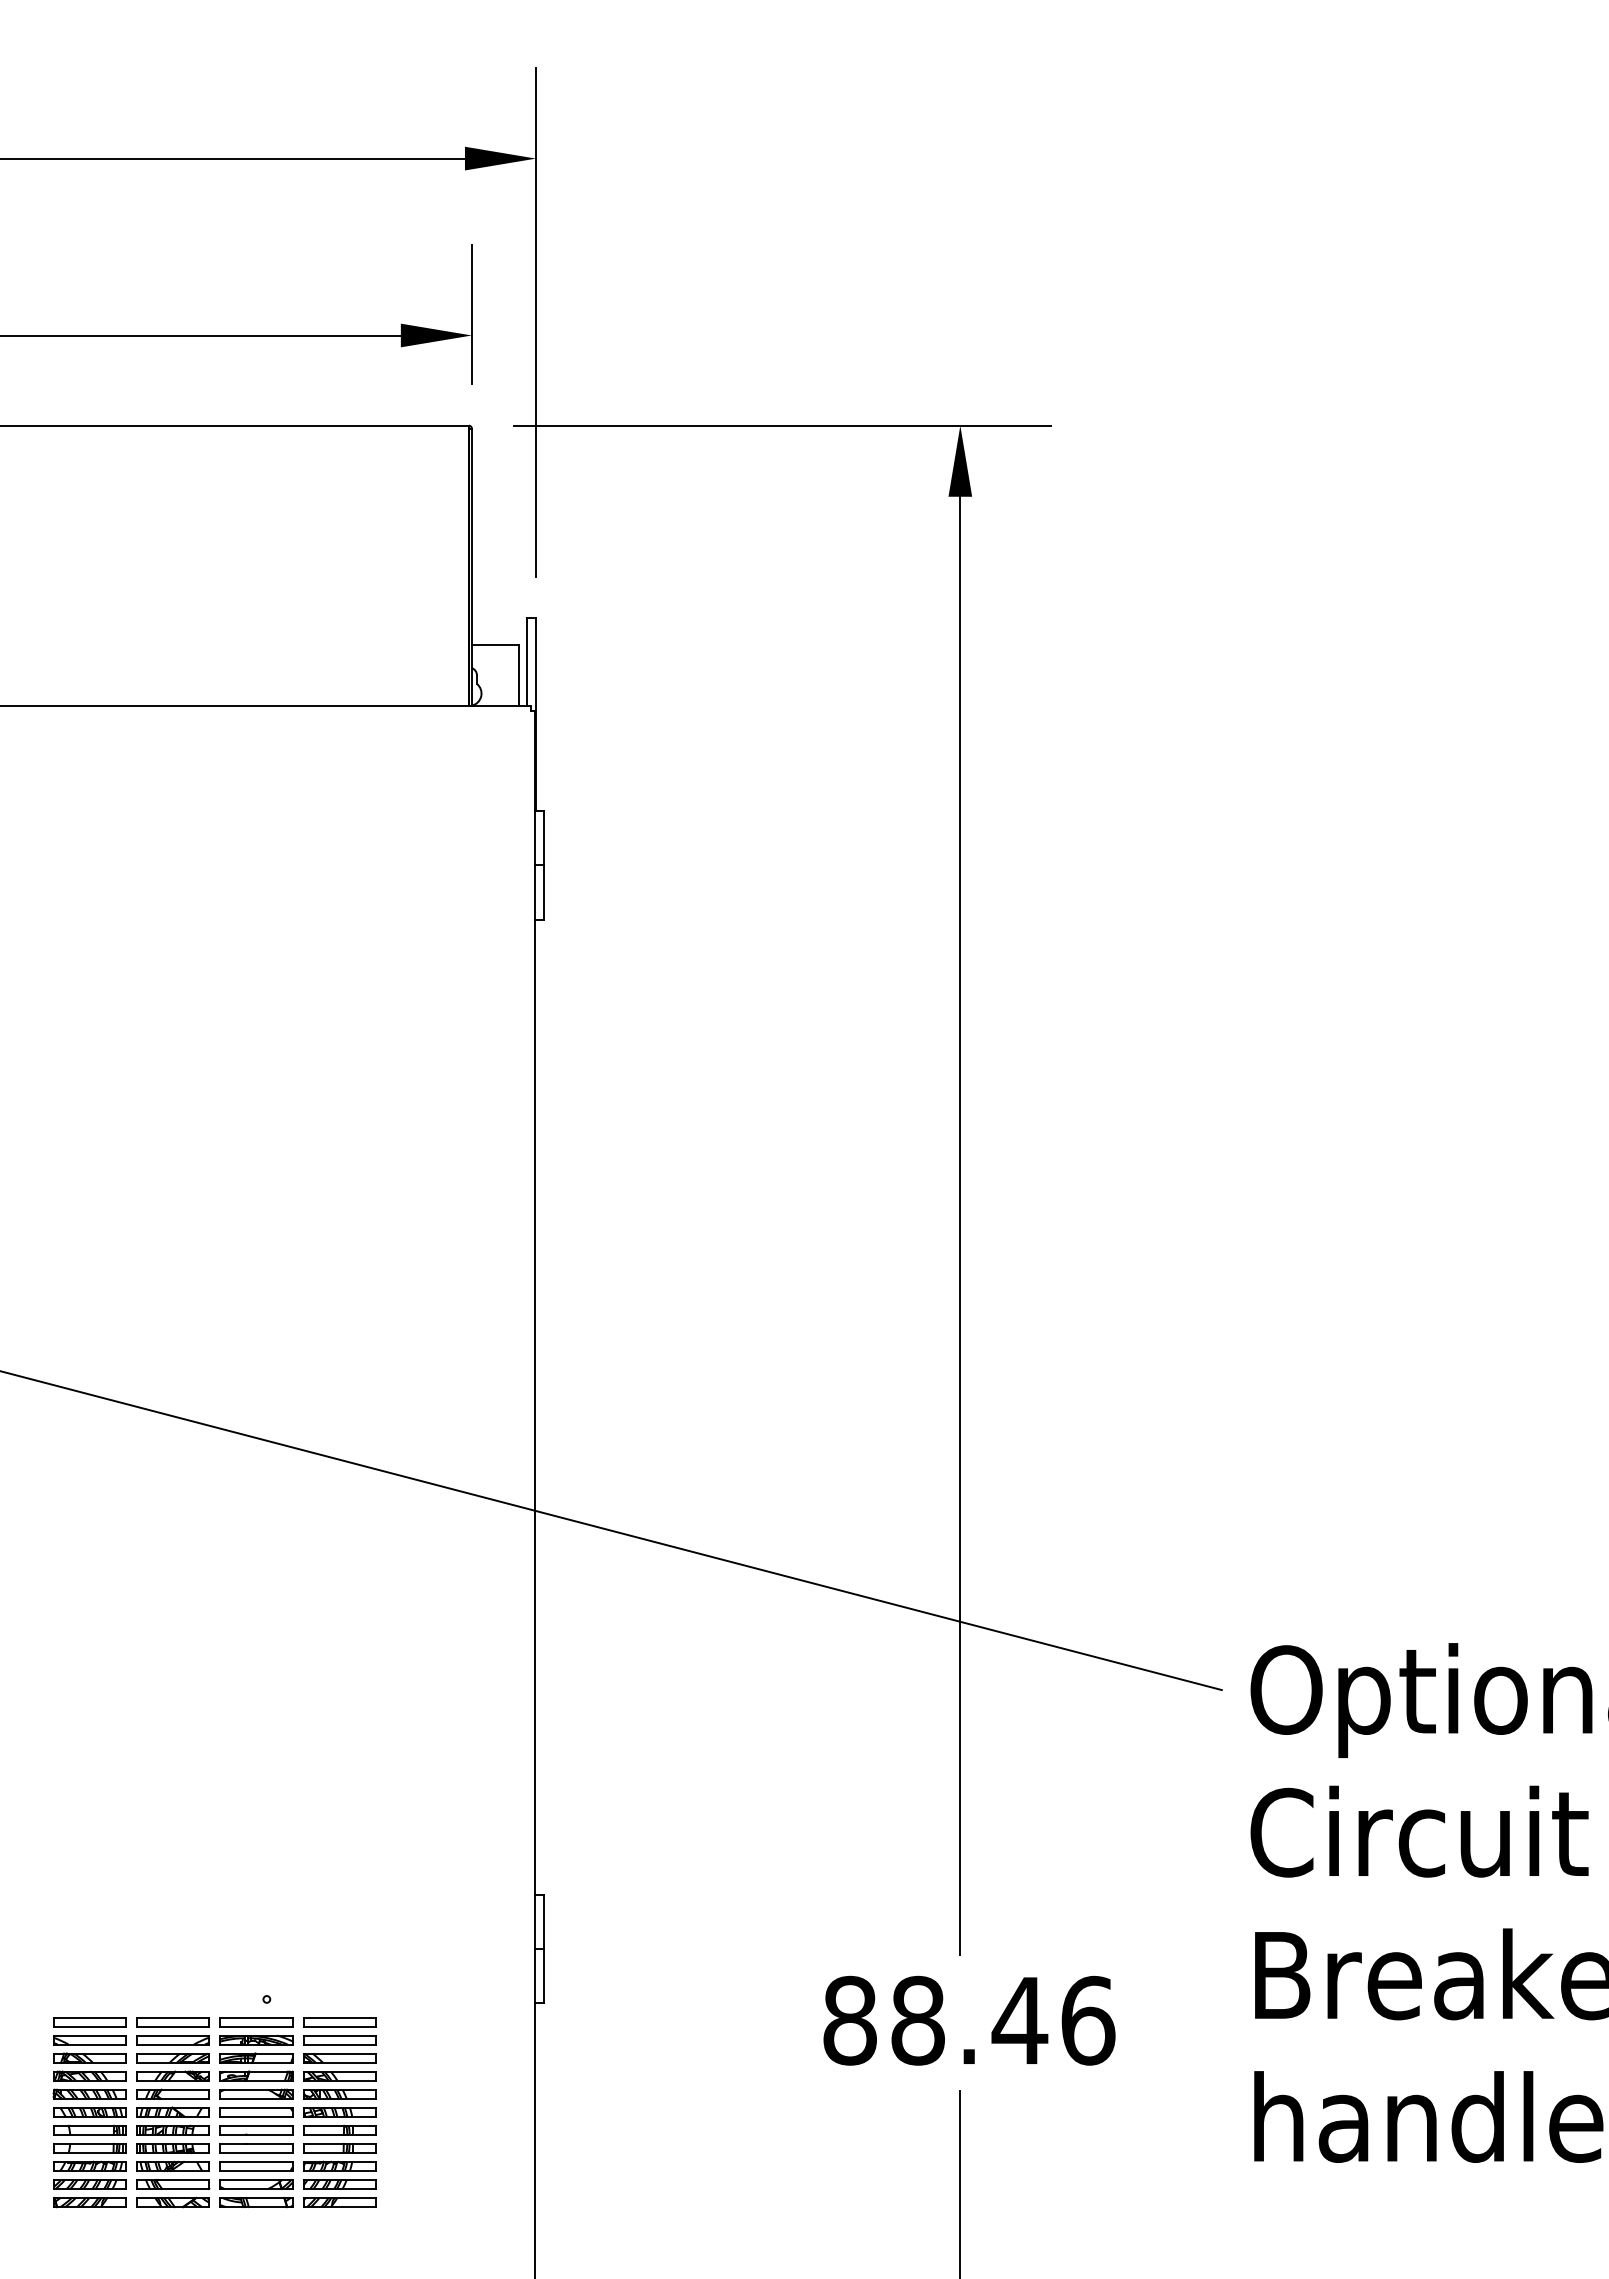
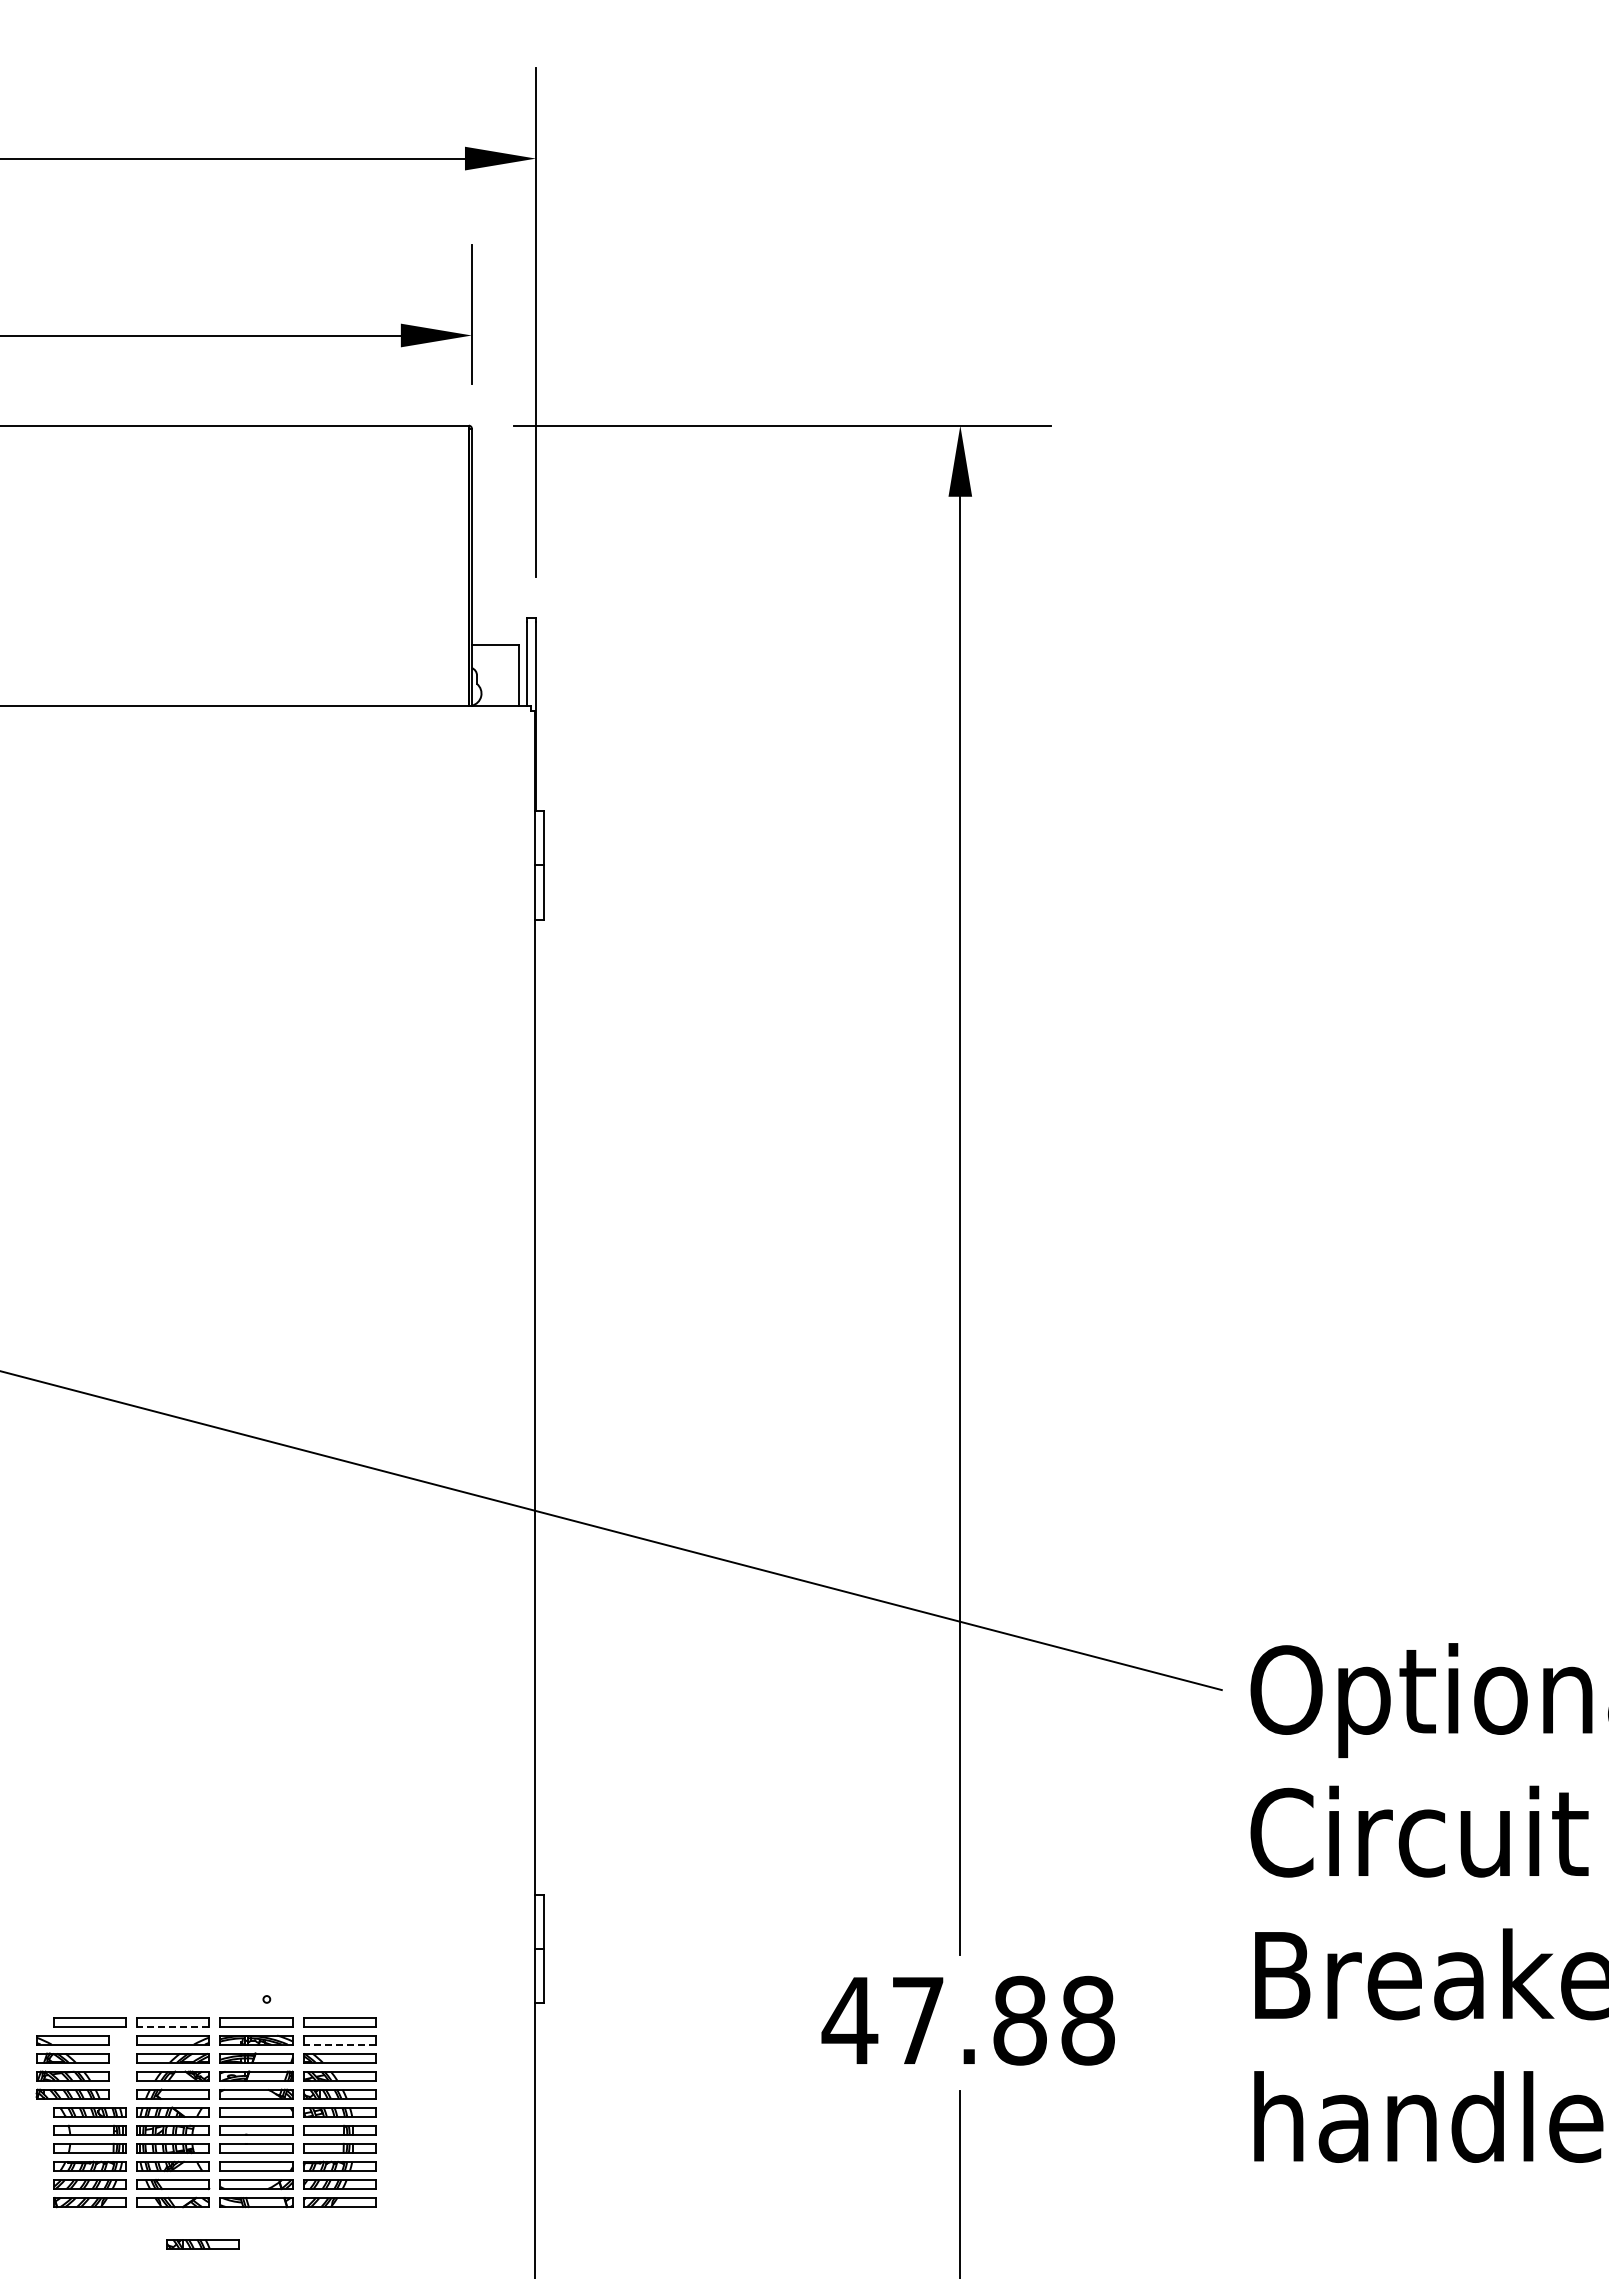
text at (968, 2020): 88.46 -> 47.88
line at (172, 2026): solid -> dashed
line at (339, 2044): solid -> dashed
part at (89, 2067) position: (89, 2067) -> (72, 2067)
part at (202, 2244): none -> present
